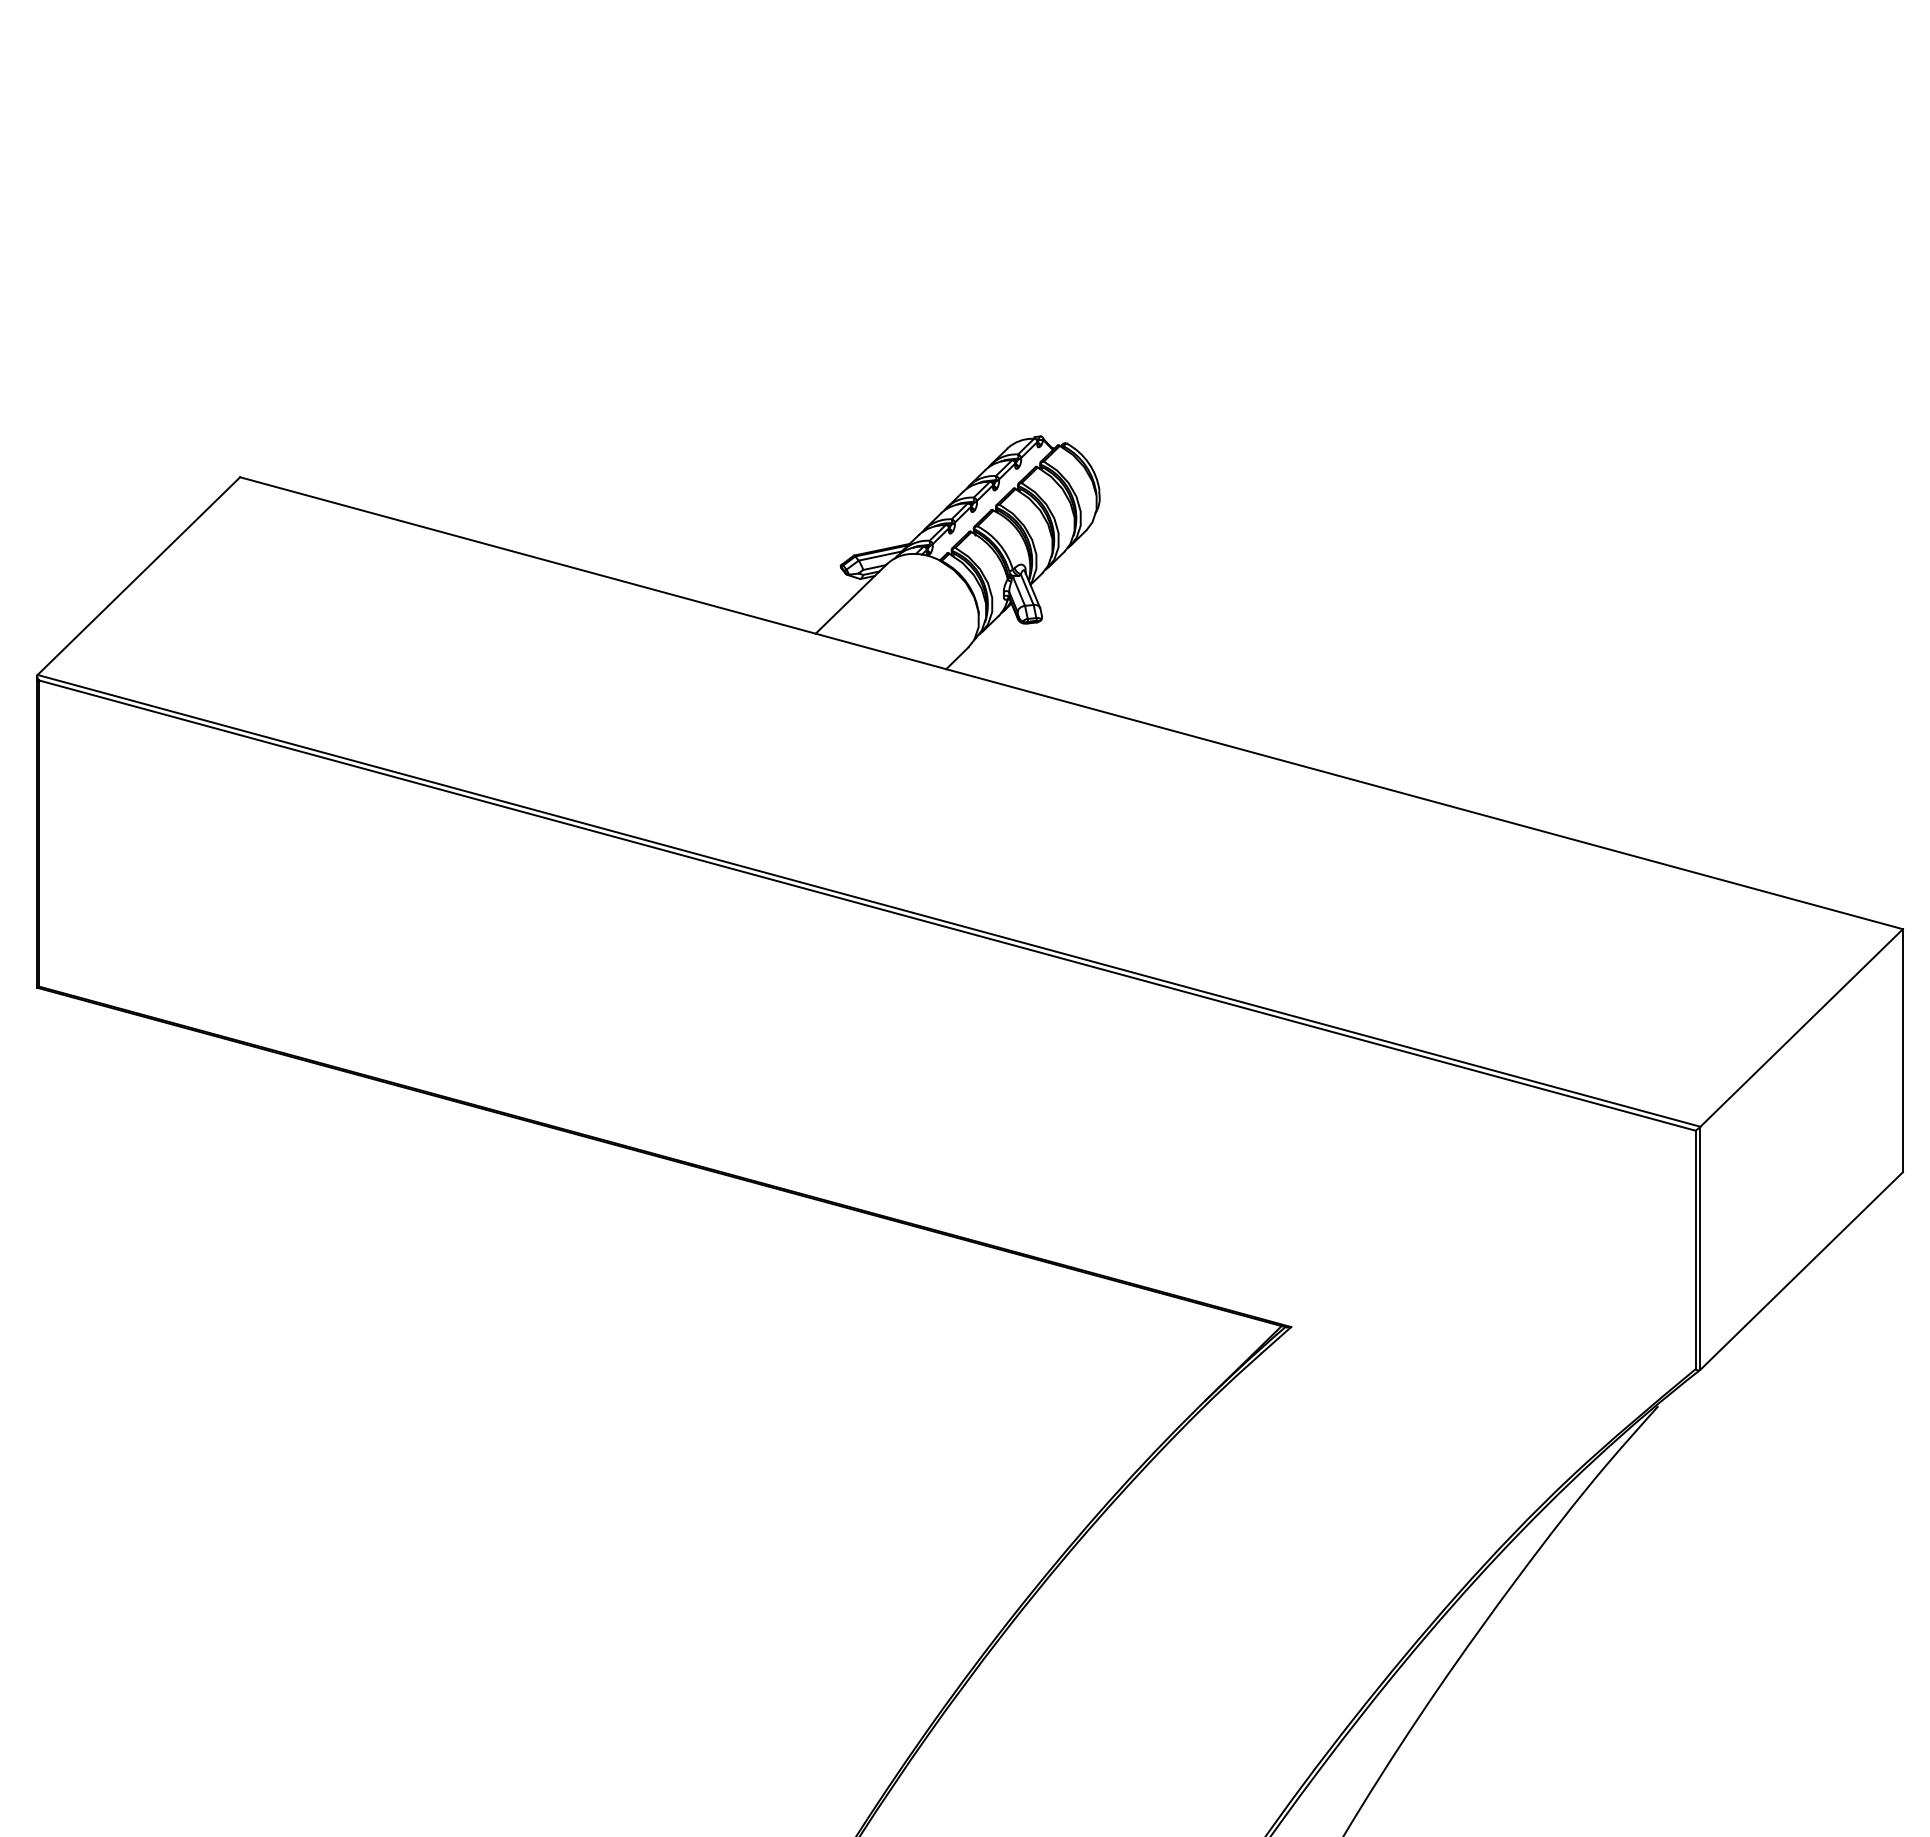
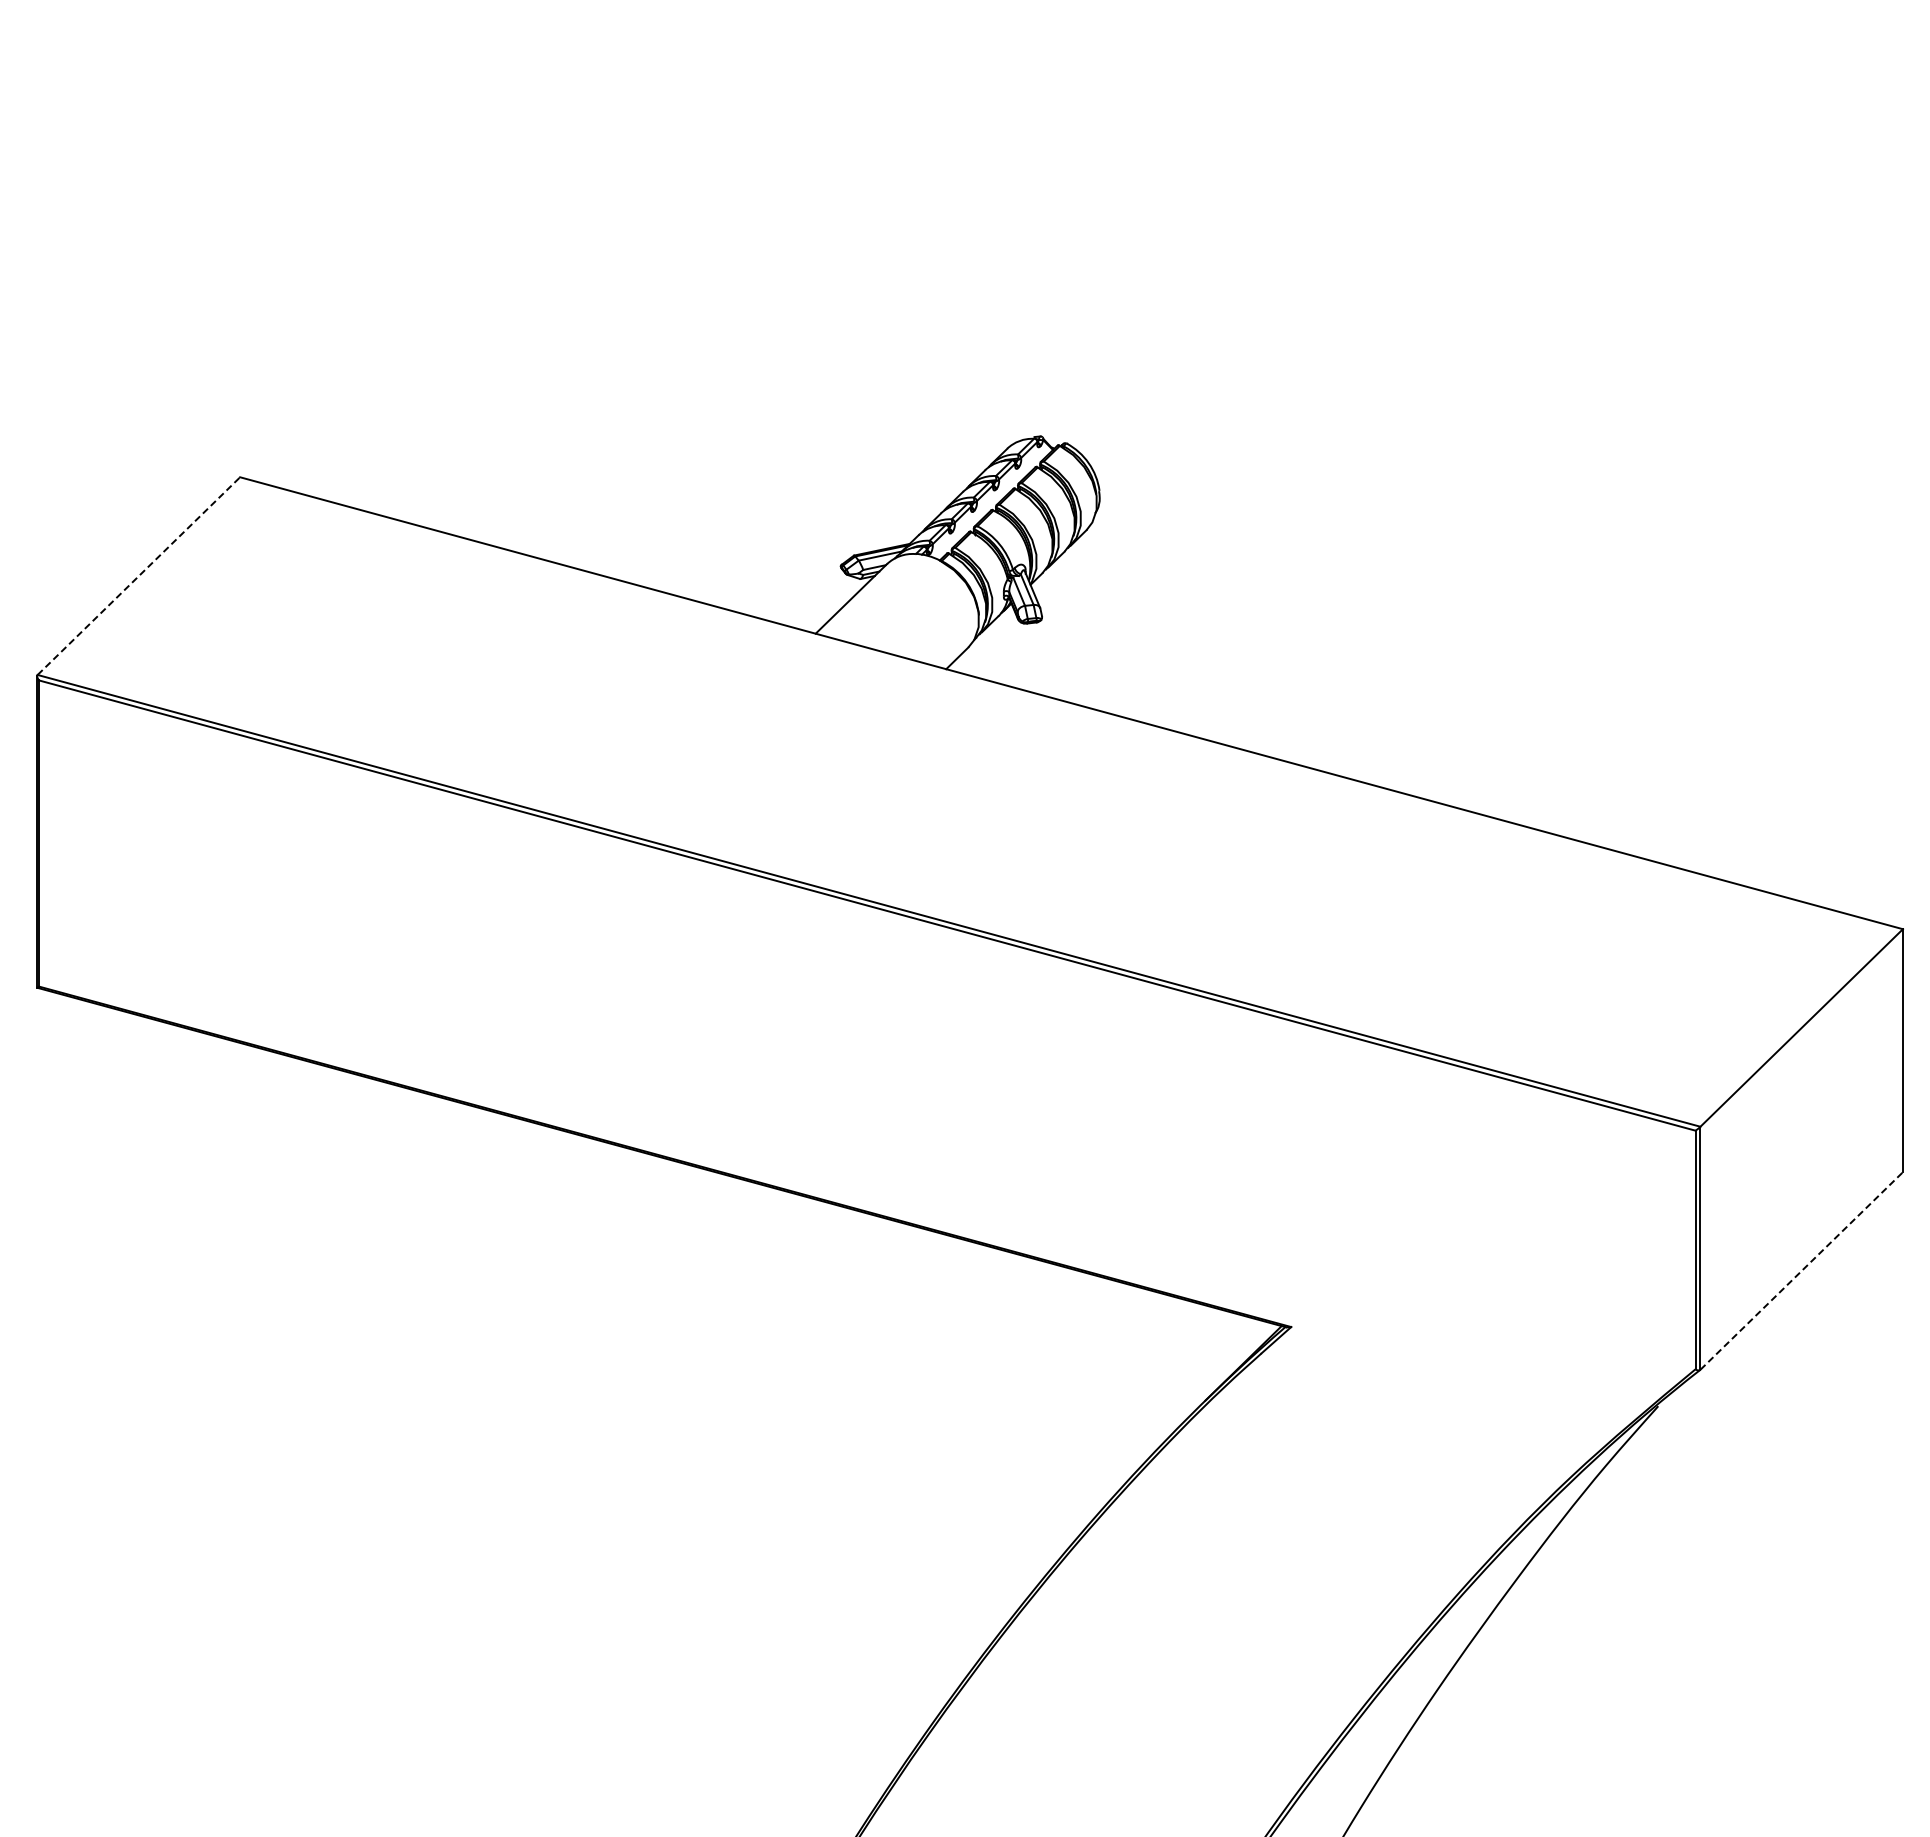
line at (139, 575): solid -> dashed
line at (1802, 1270): solid -> dashed
